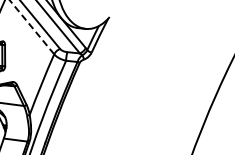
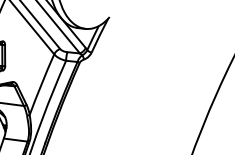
line at (32, 27): dashed -> solid
